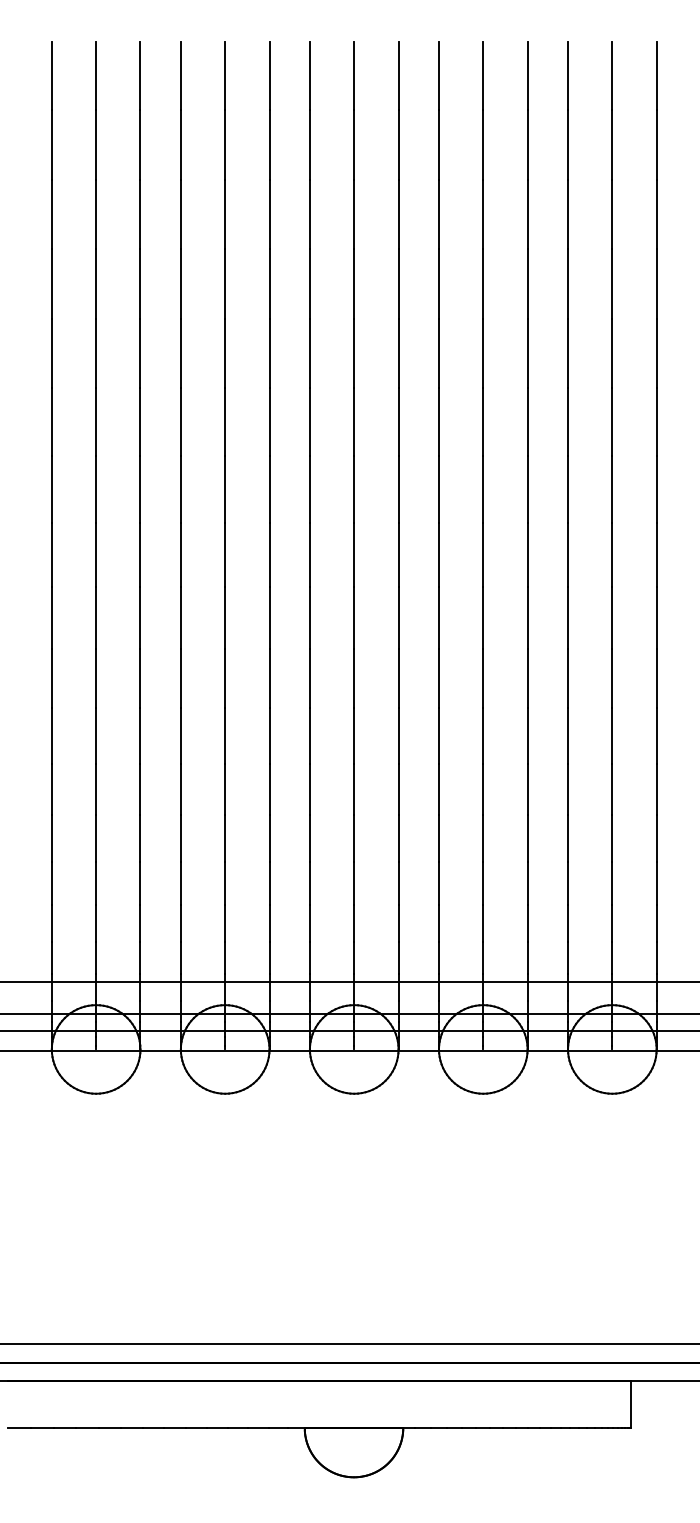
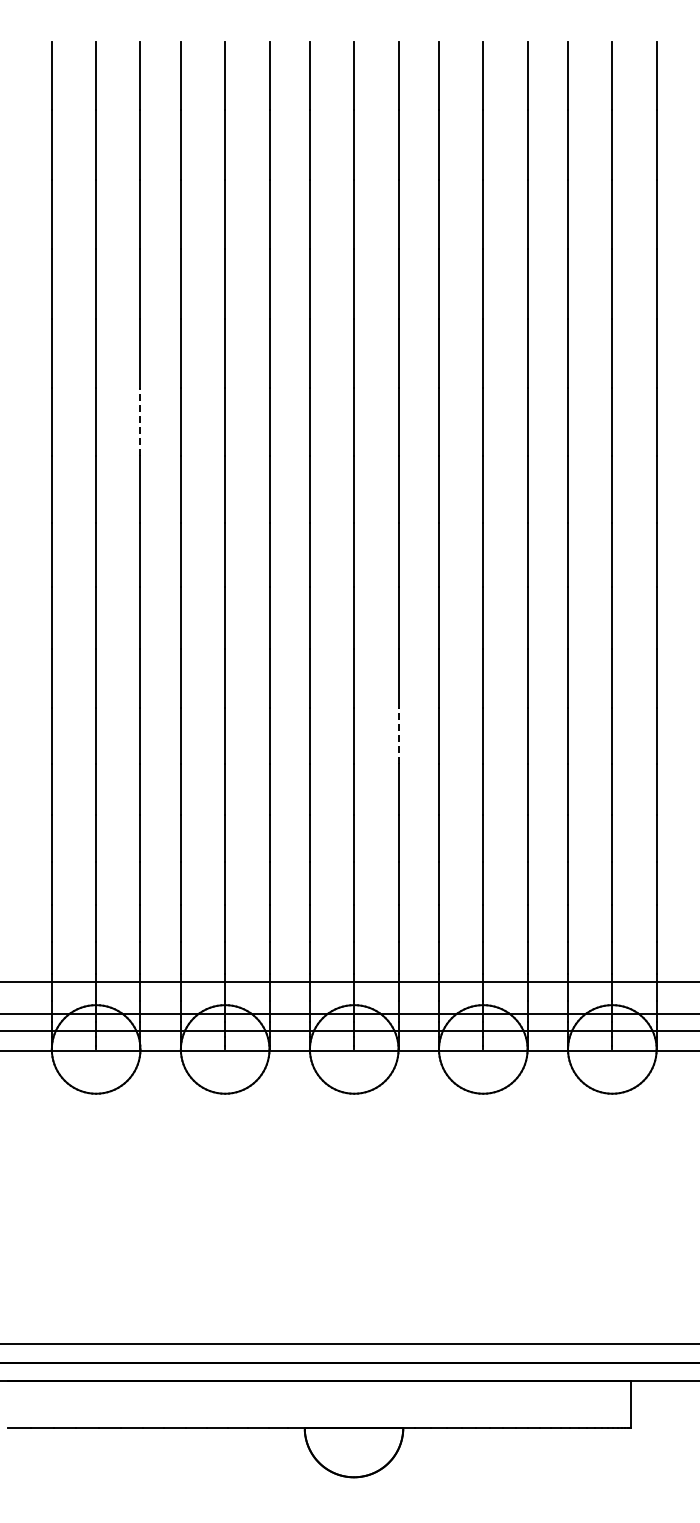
line at (140, 421): solid -> dashed
line at (398, 735): solid -> dashed
